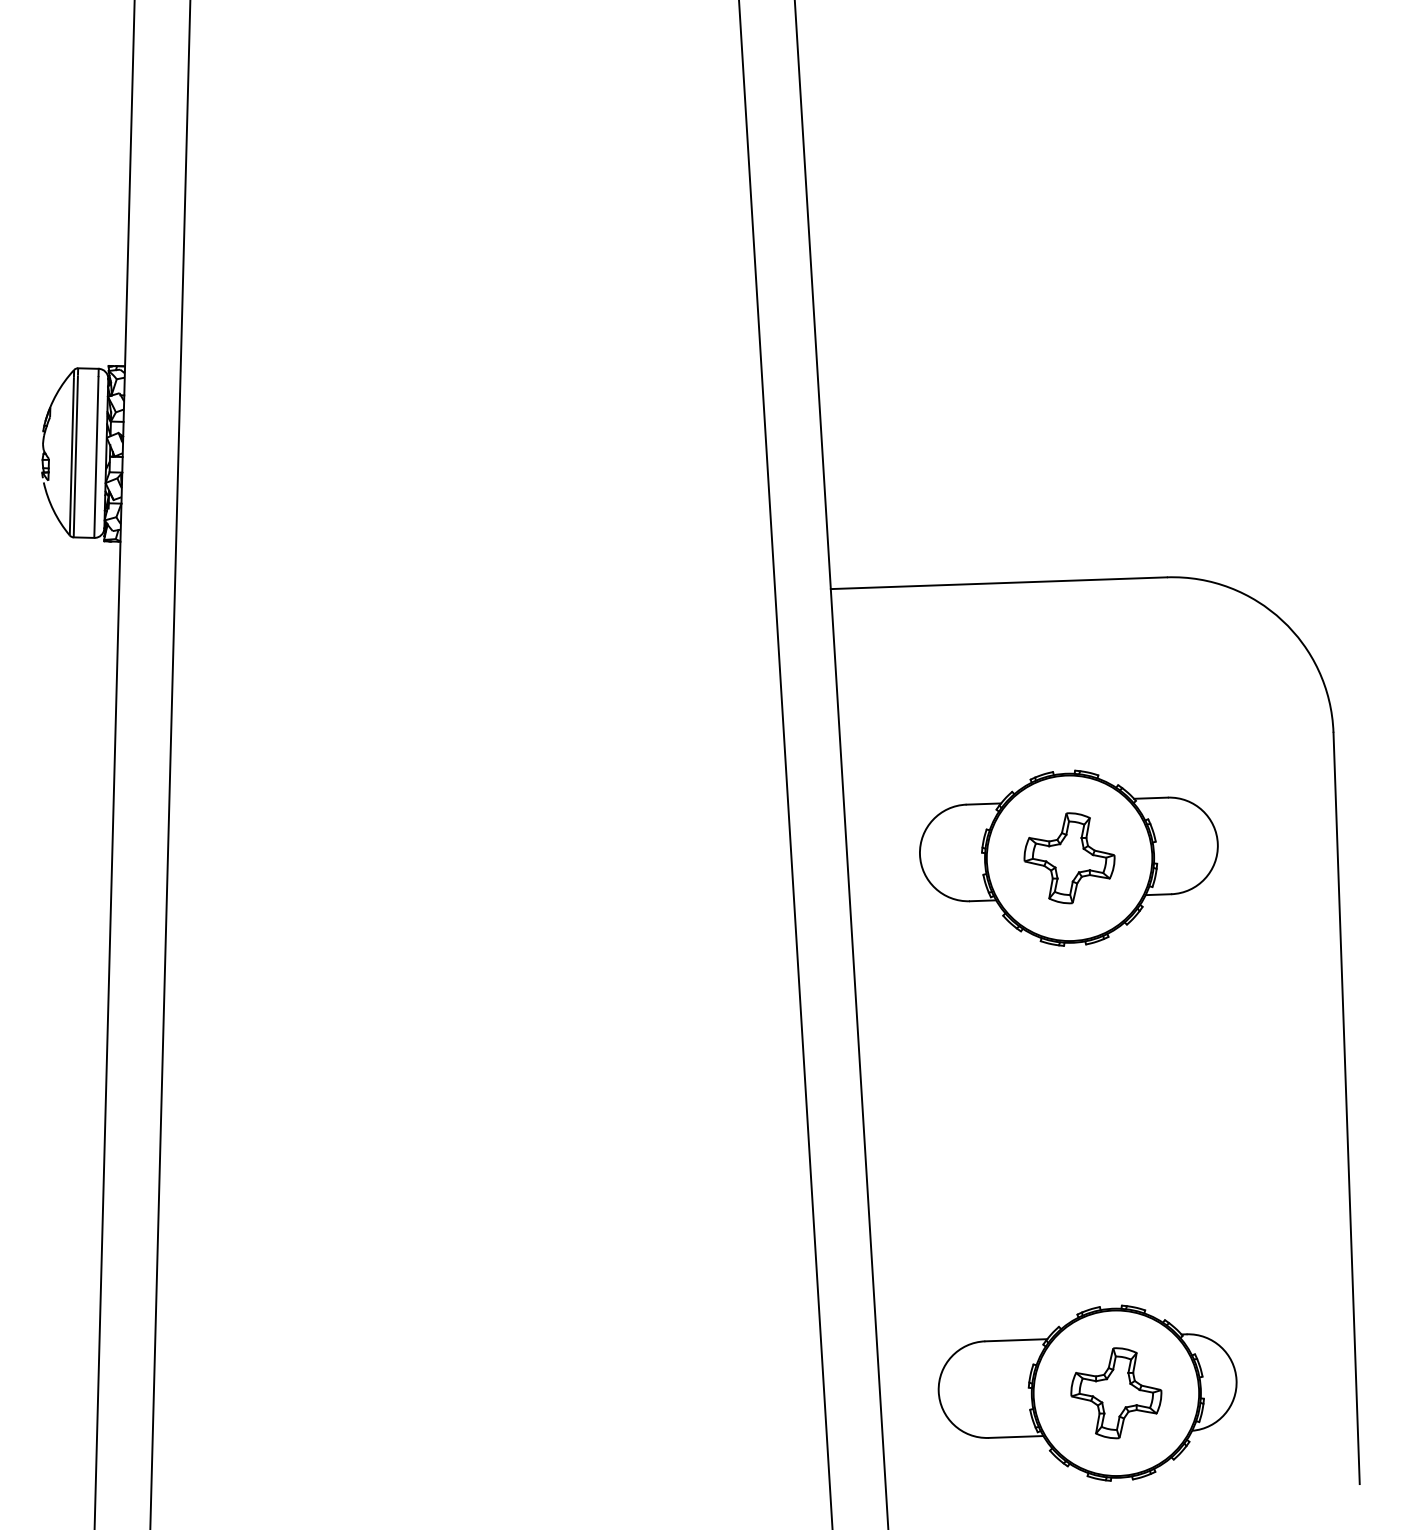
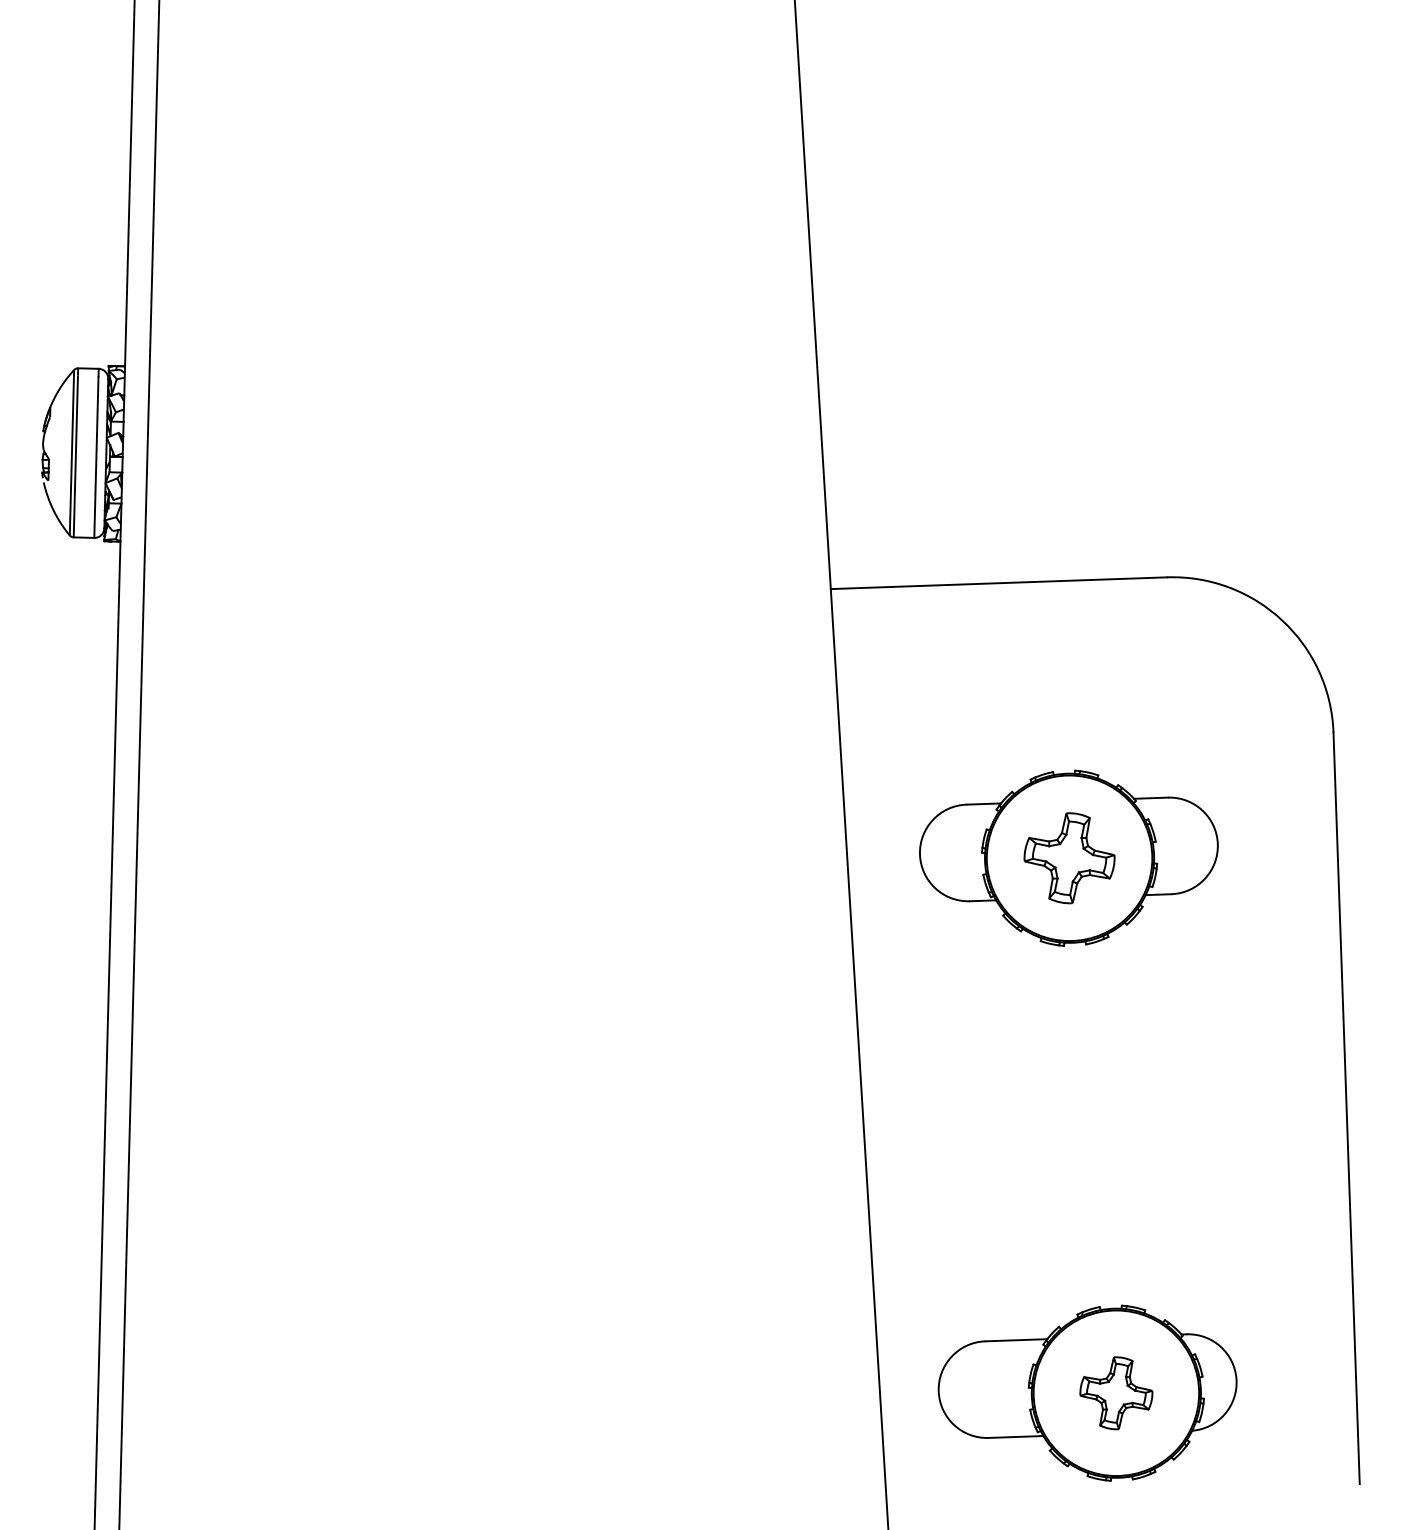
line at (170, 764) position: (170, 764) -> (139, 764)
line at (785, 764): present -> none
part at (1116, 1393) size: 93x93 px -> 75x75 px
